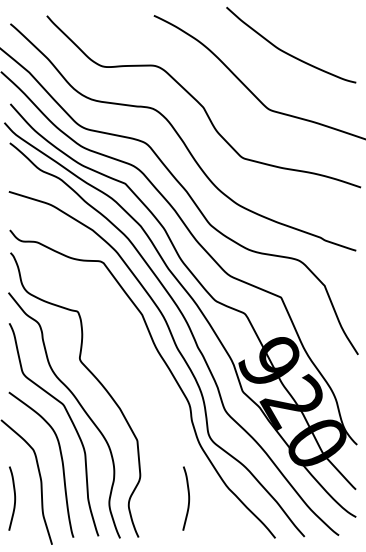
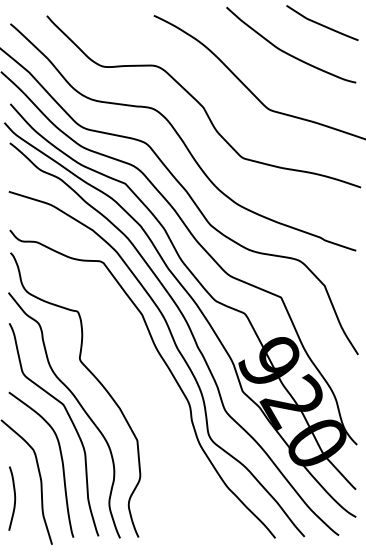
curve at (322, 24): none -> present
curve at (188, 498): present -> none
